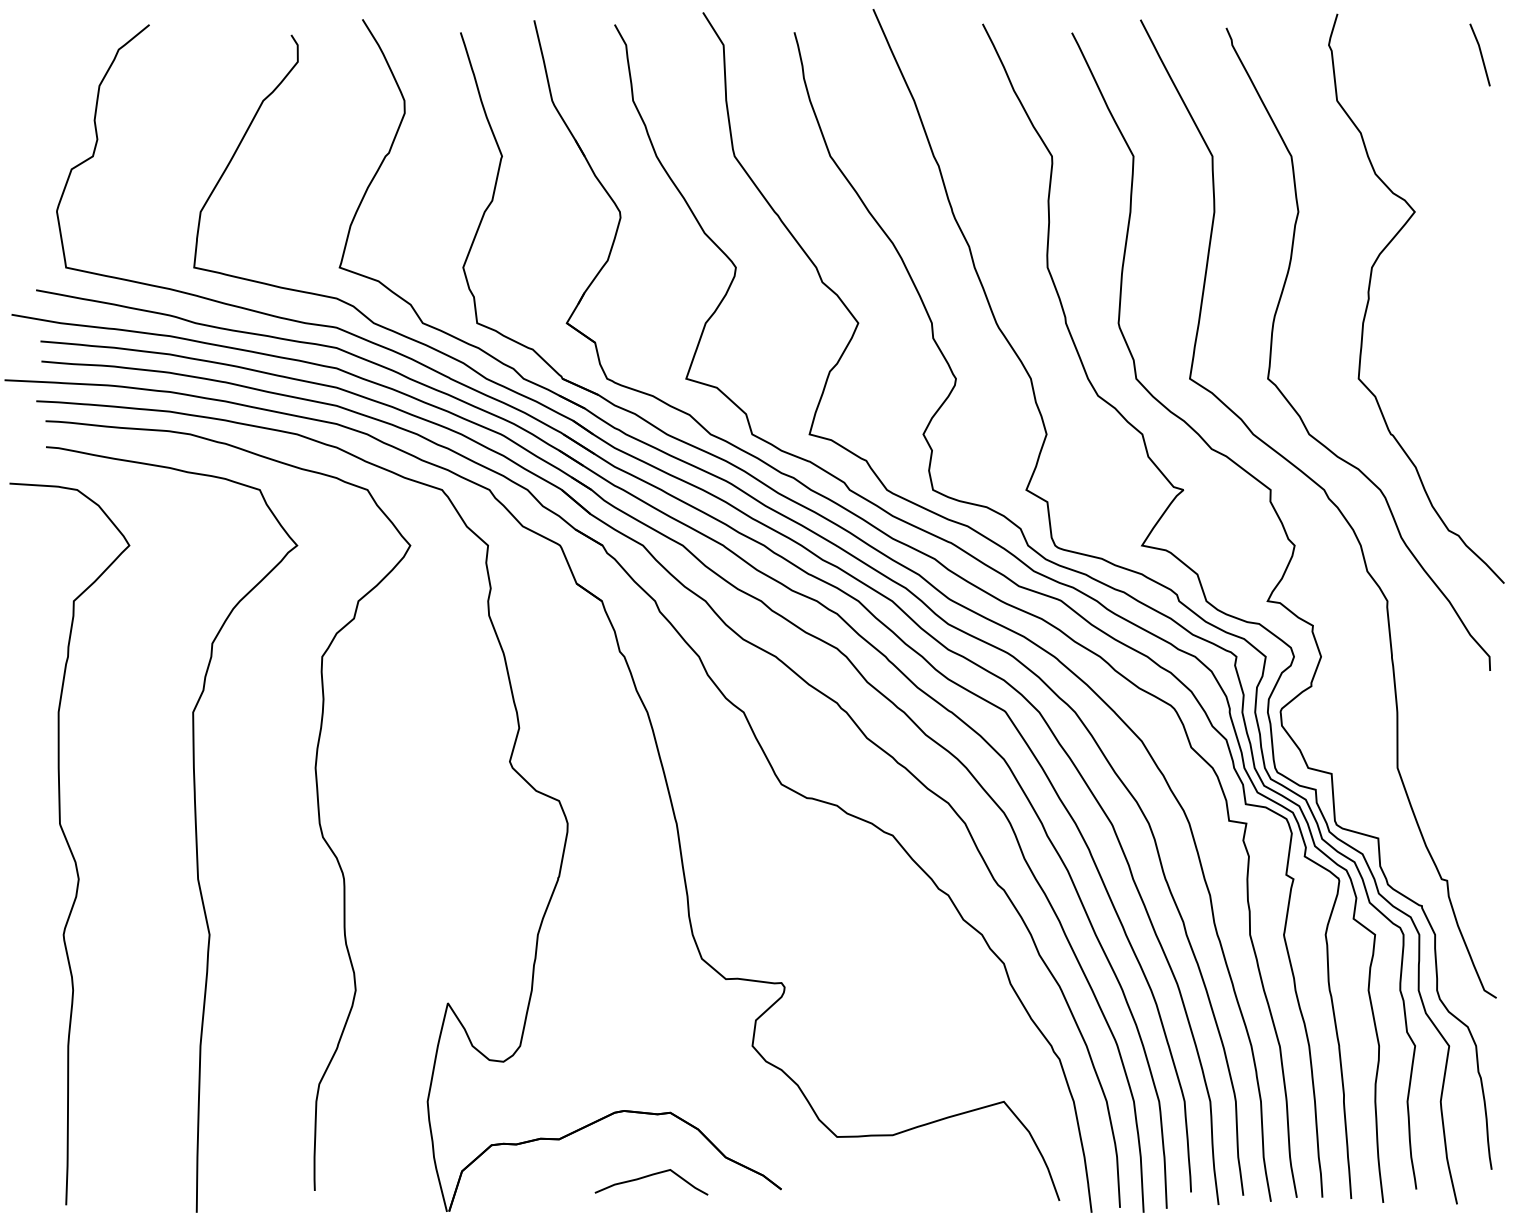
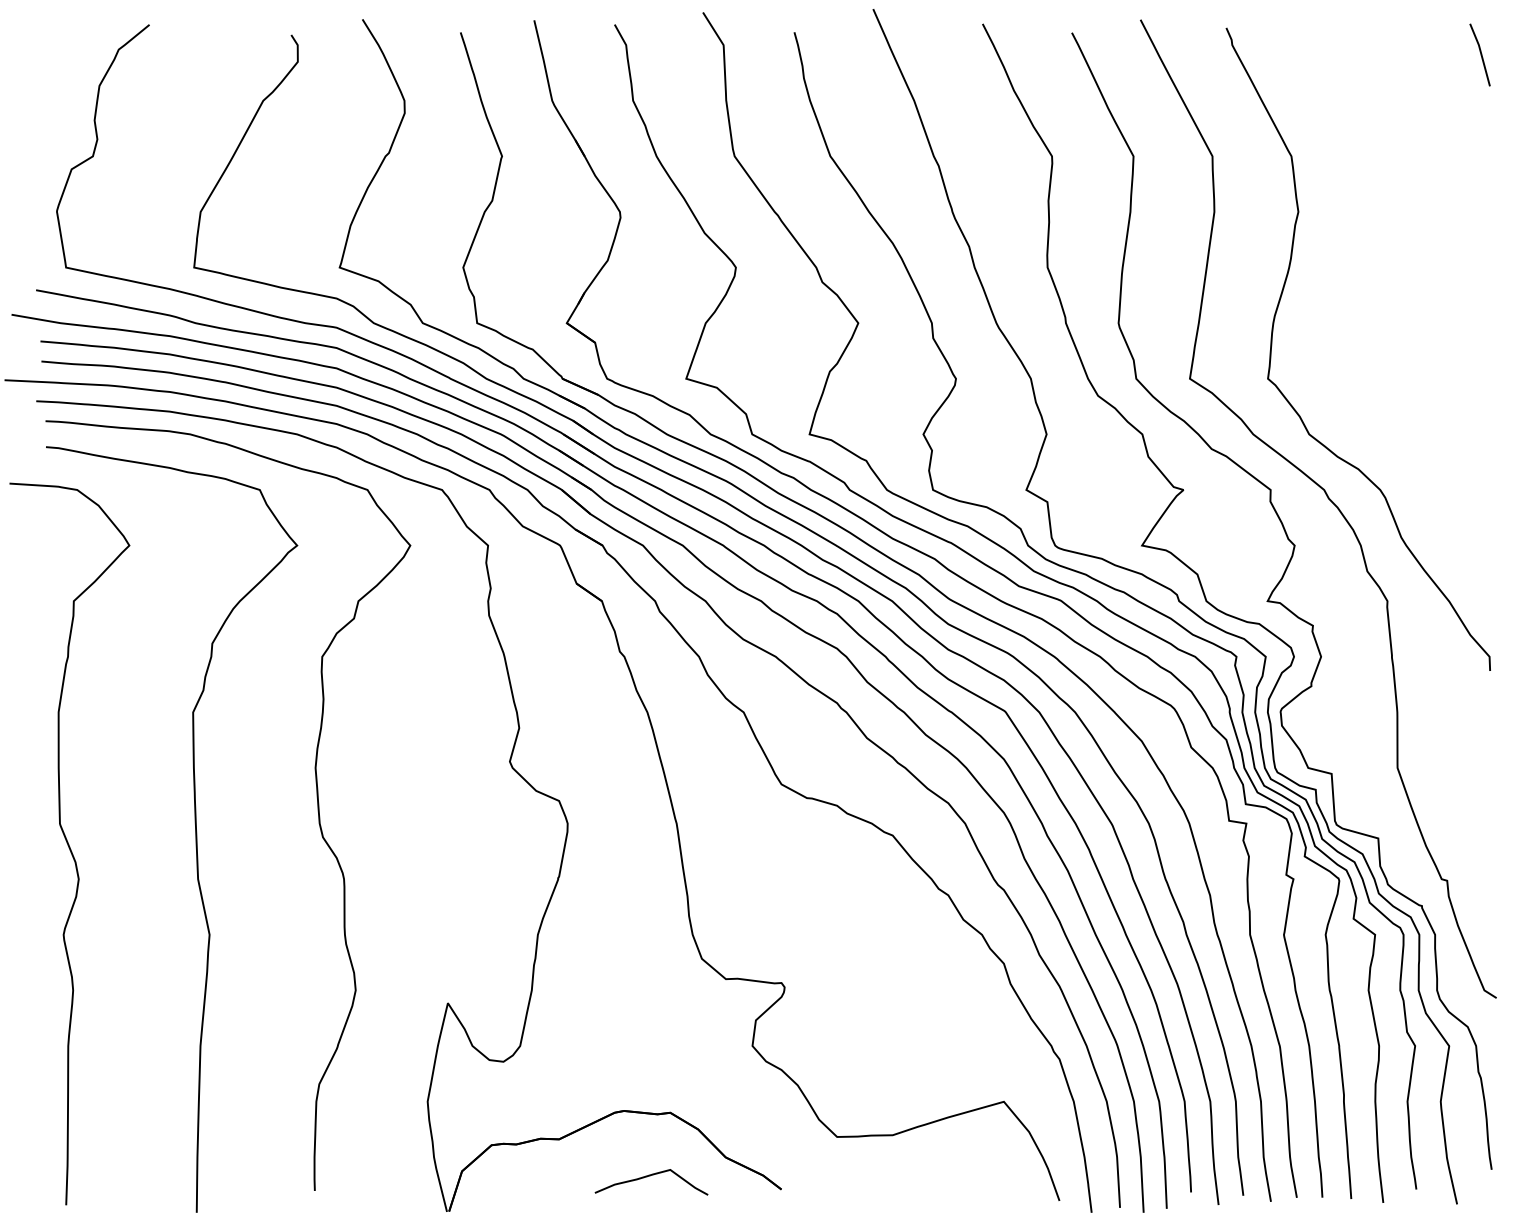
curve at (1369, 298): present -> none
